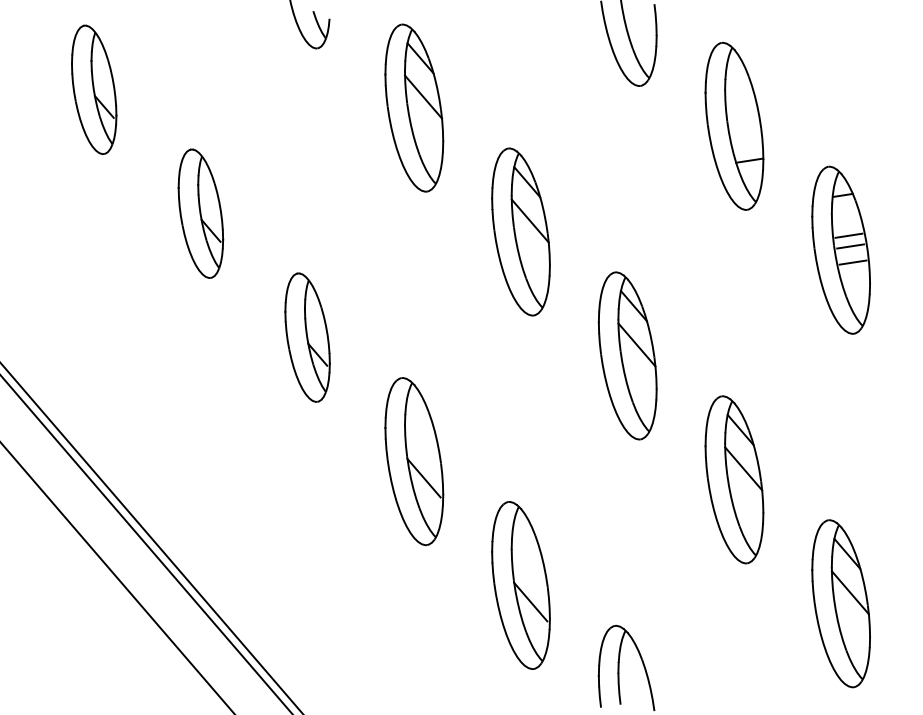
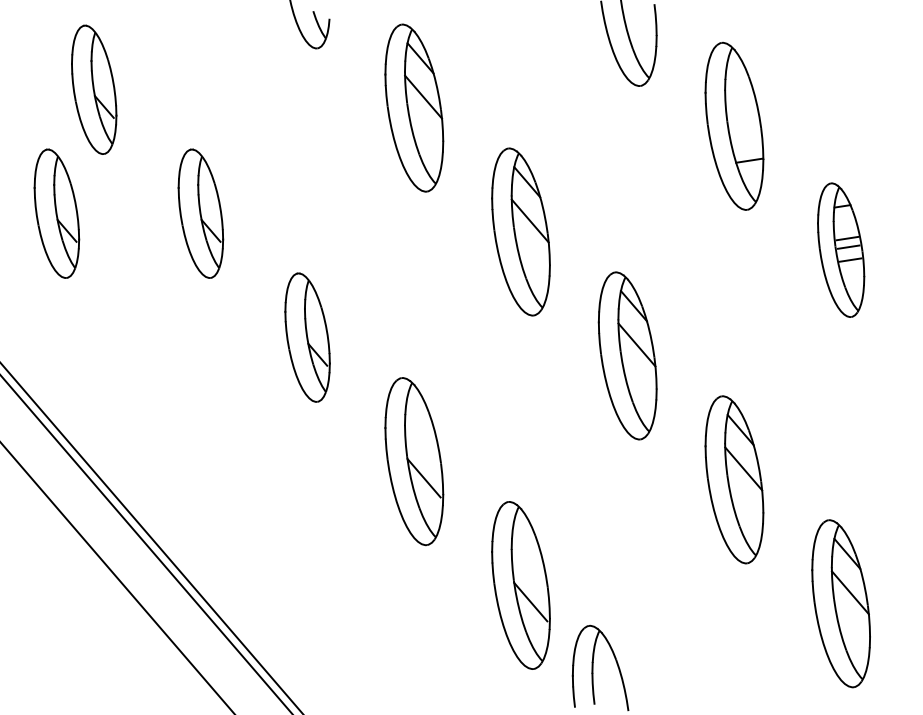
part at (56, 213): none -> present
part at (840, 249) size: 60x170 px -> 49x136 px
part at (619, 667) position: (619, 667) -> (593, 667)
